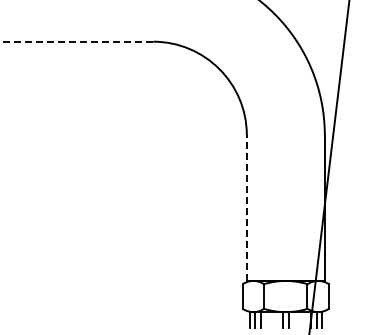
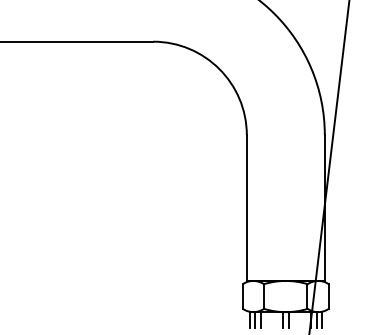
line at (77, 41): dashed -> solid
line at (246, 208): dashed -> solid
